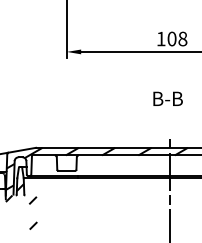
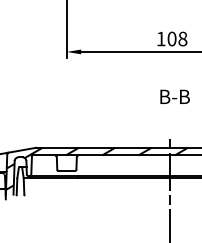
text at (167, 98) position: (167, 98) -> (174, 96)
hatch at (21, 206): present -> none
